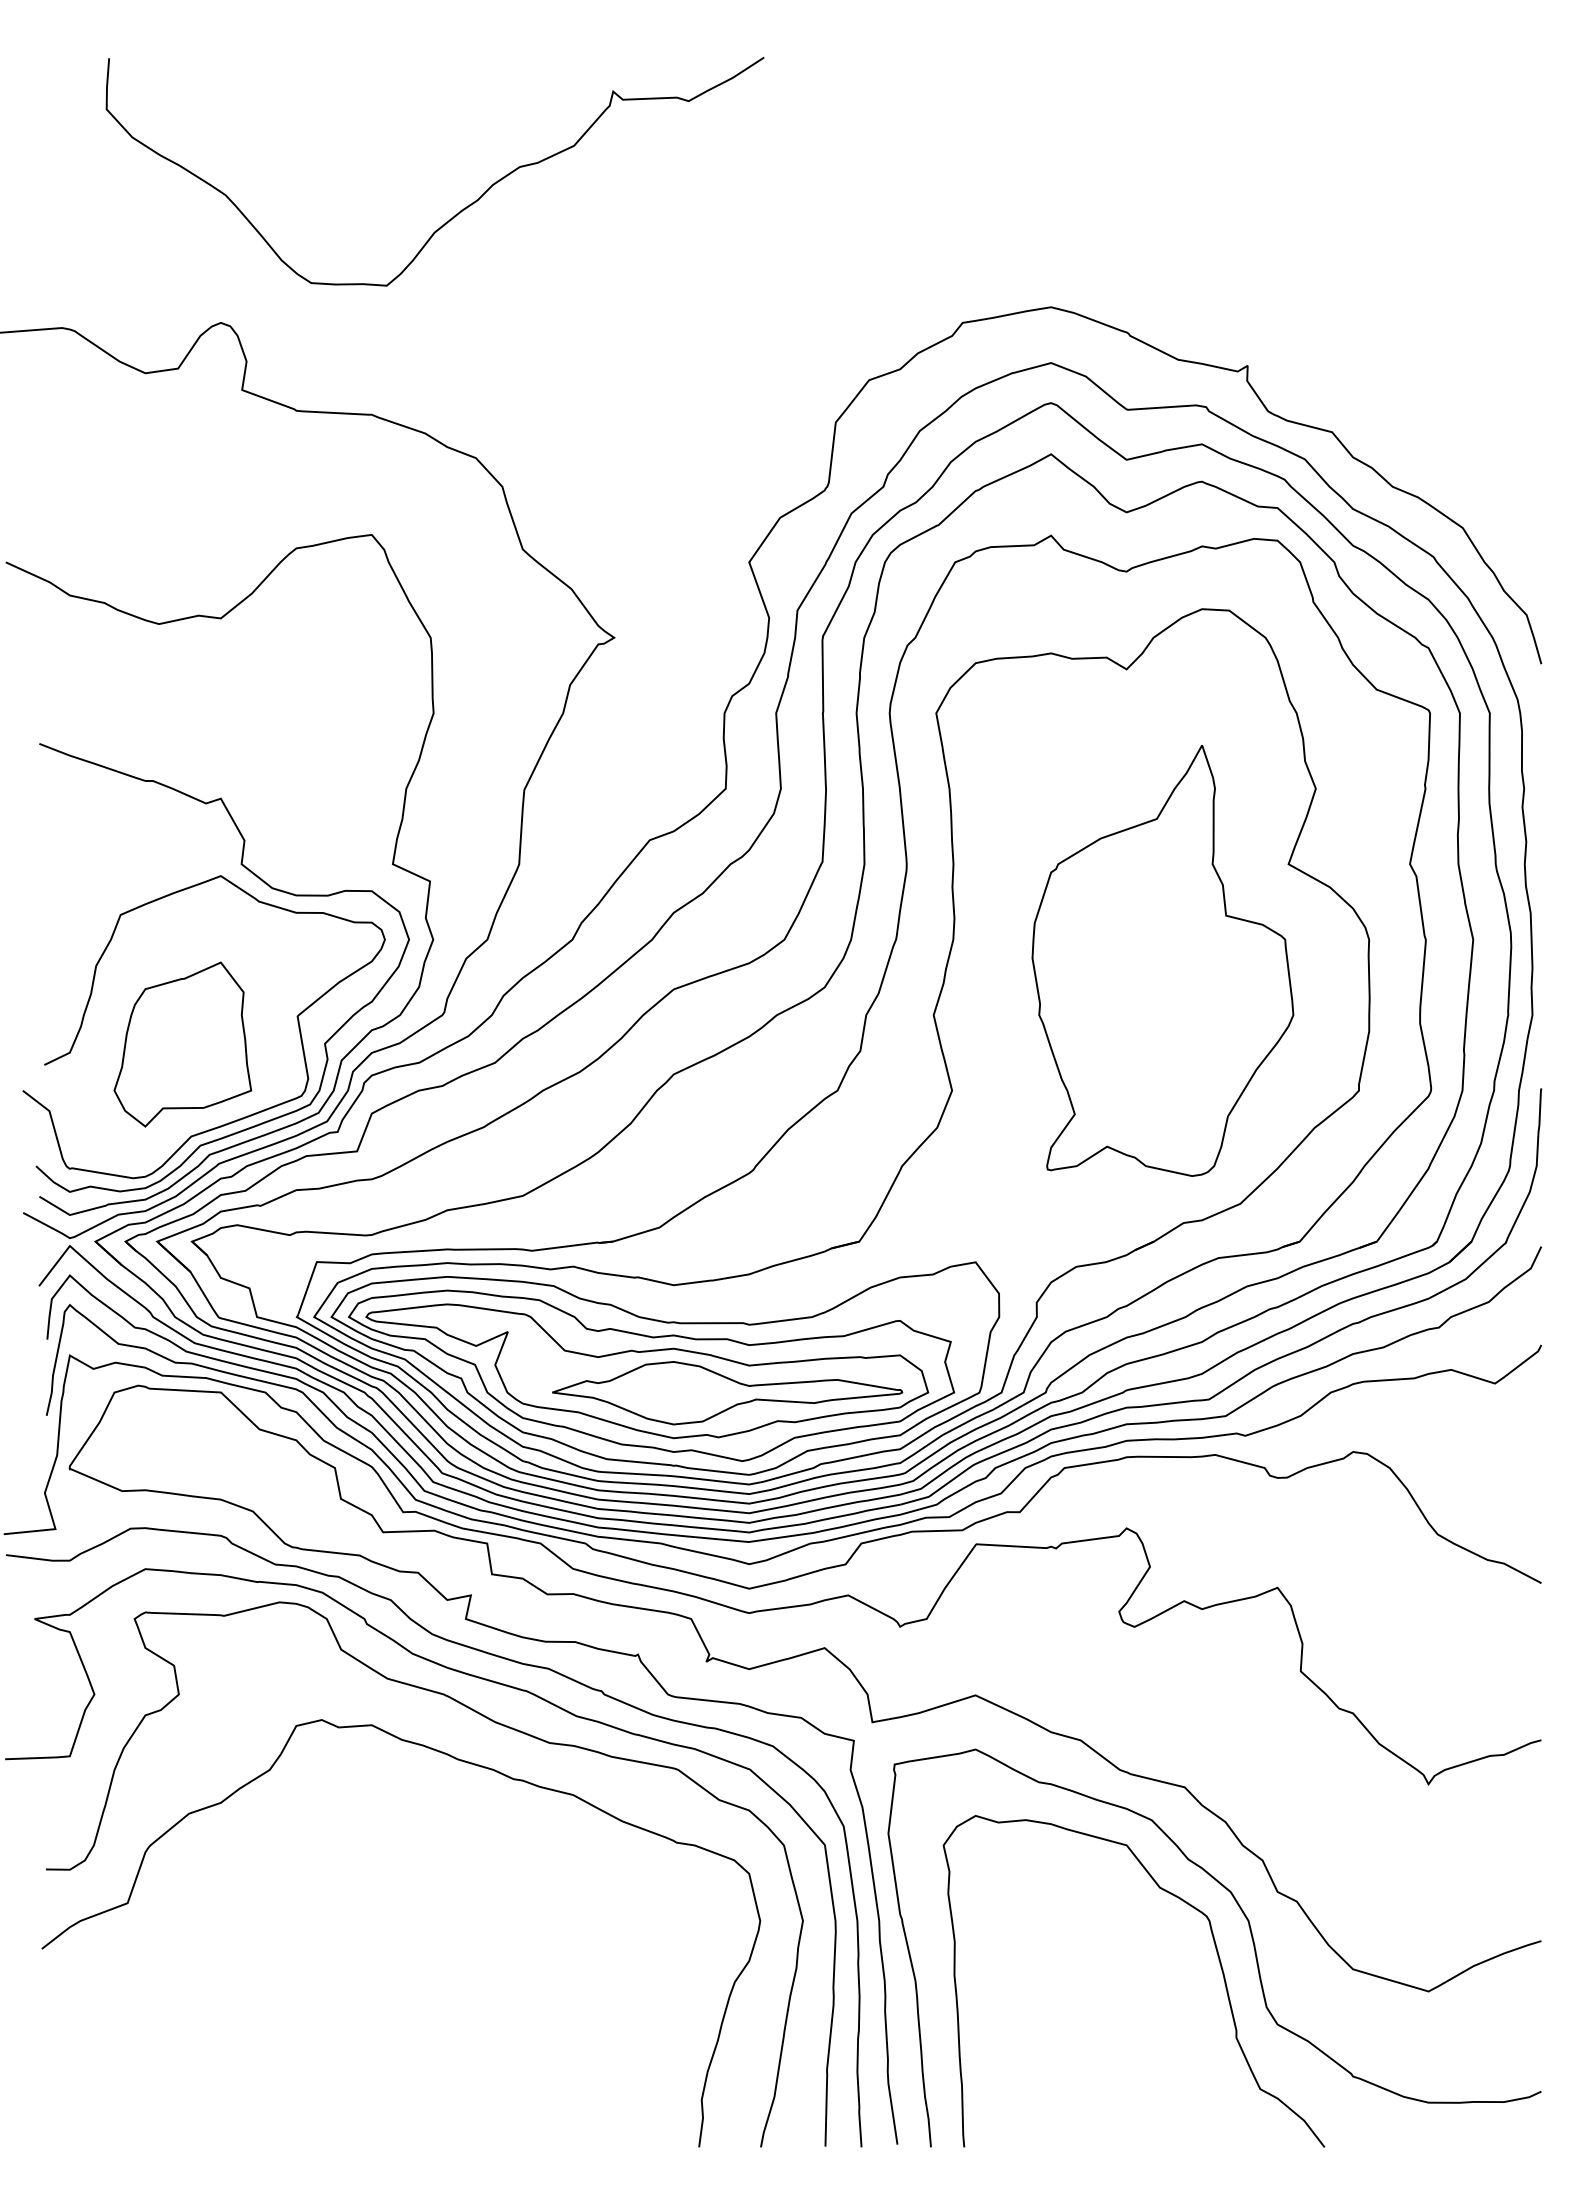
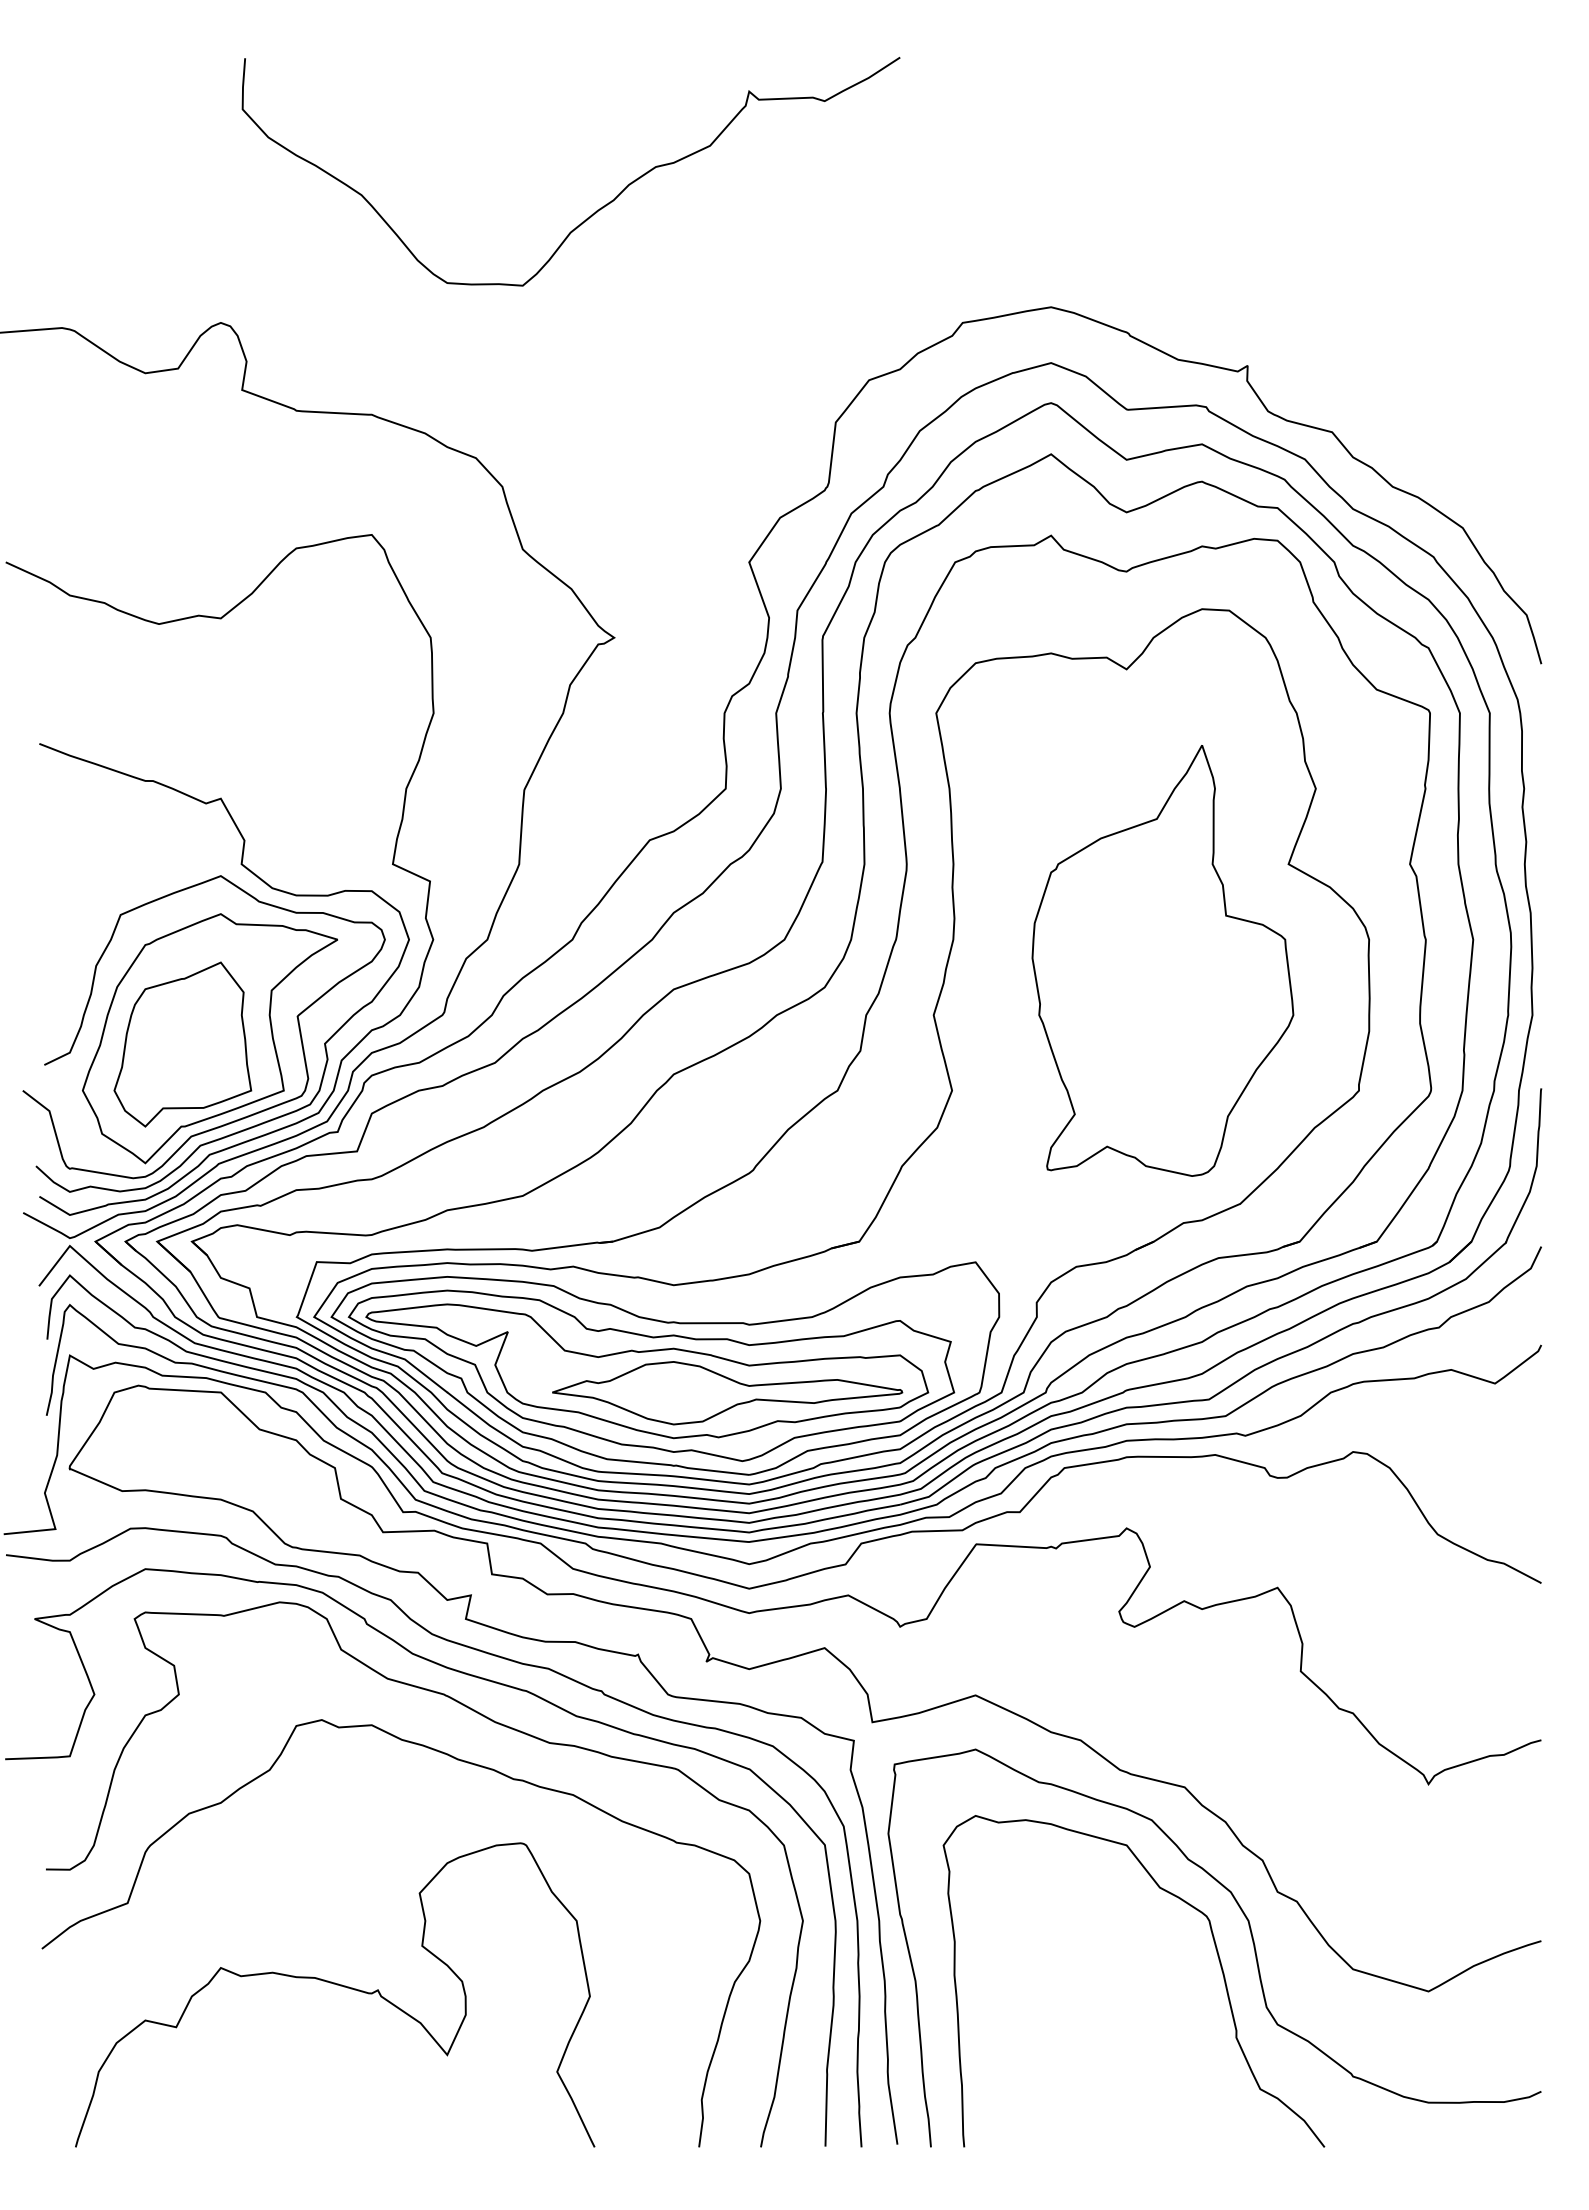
curve at (464, 207) position: (464, 207) -> (600, 207)
part at (209, 1038): none -> present
curve at (337, 1985): none -> present
